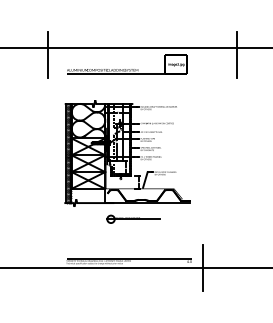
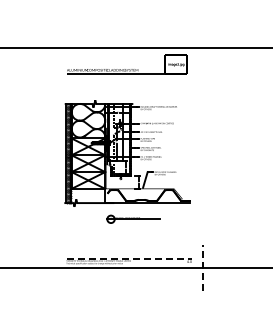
line at (48, 54): present -> none
line at (236, 54): present -> none
line at (129, 259): solid -> dashed
line at (203, 267): solid -> dashed
